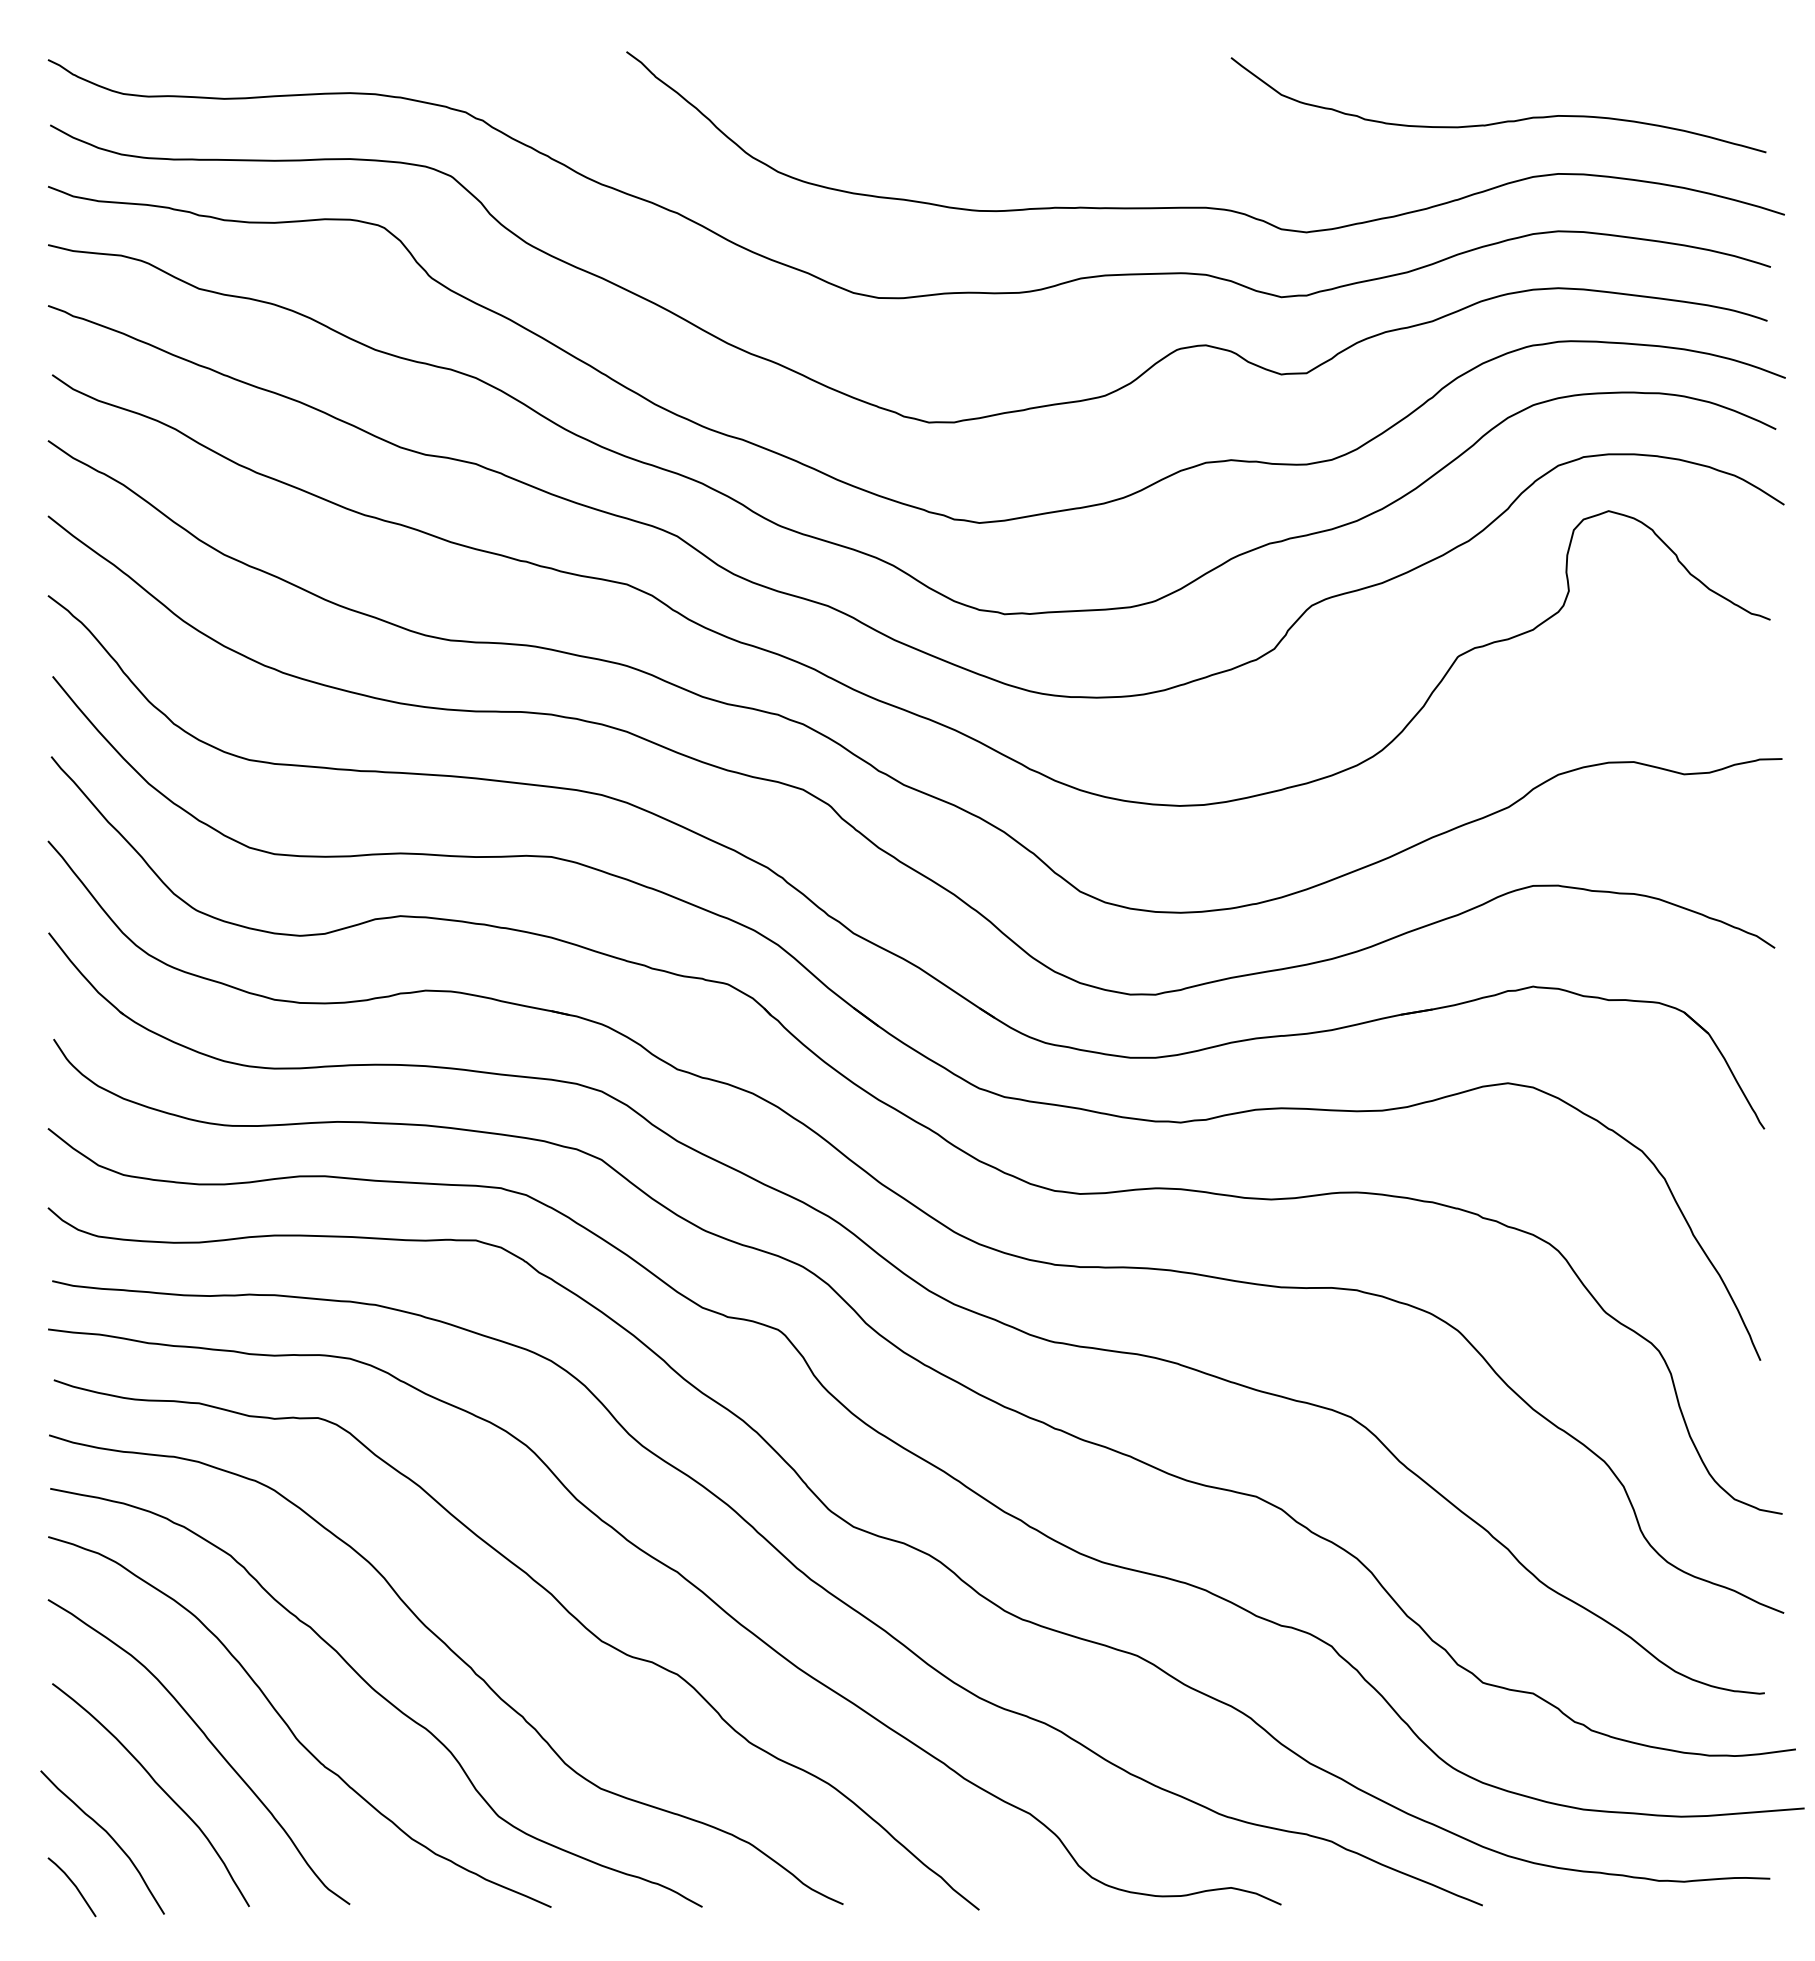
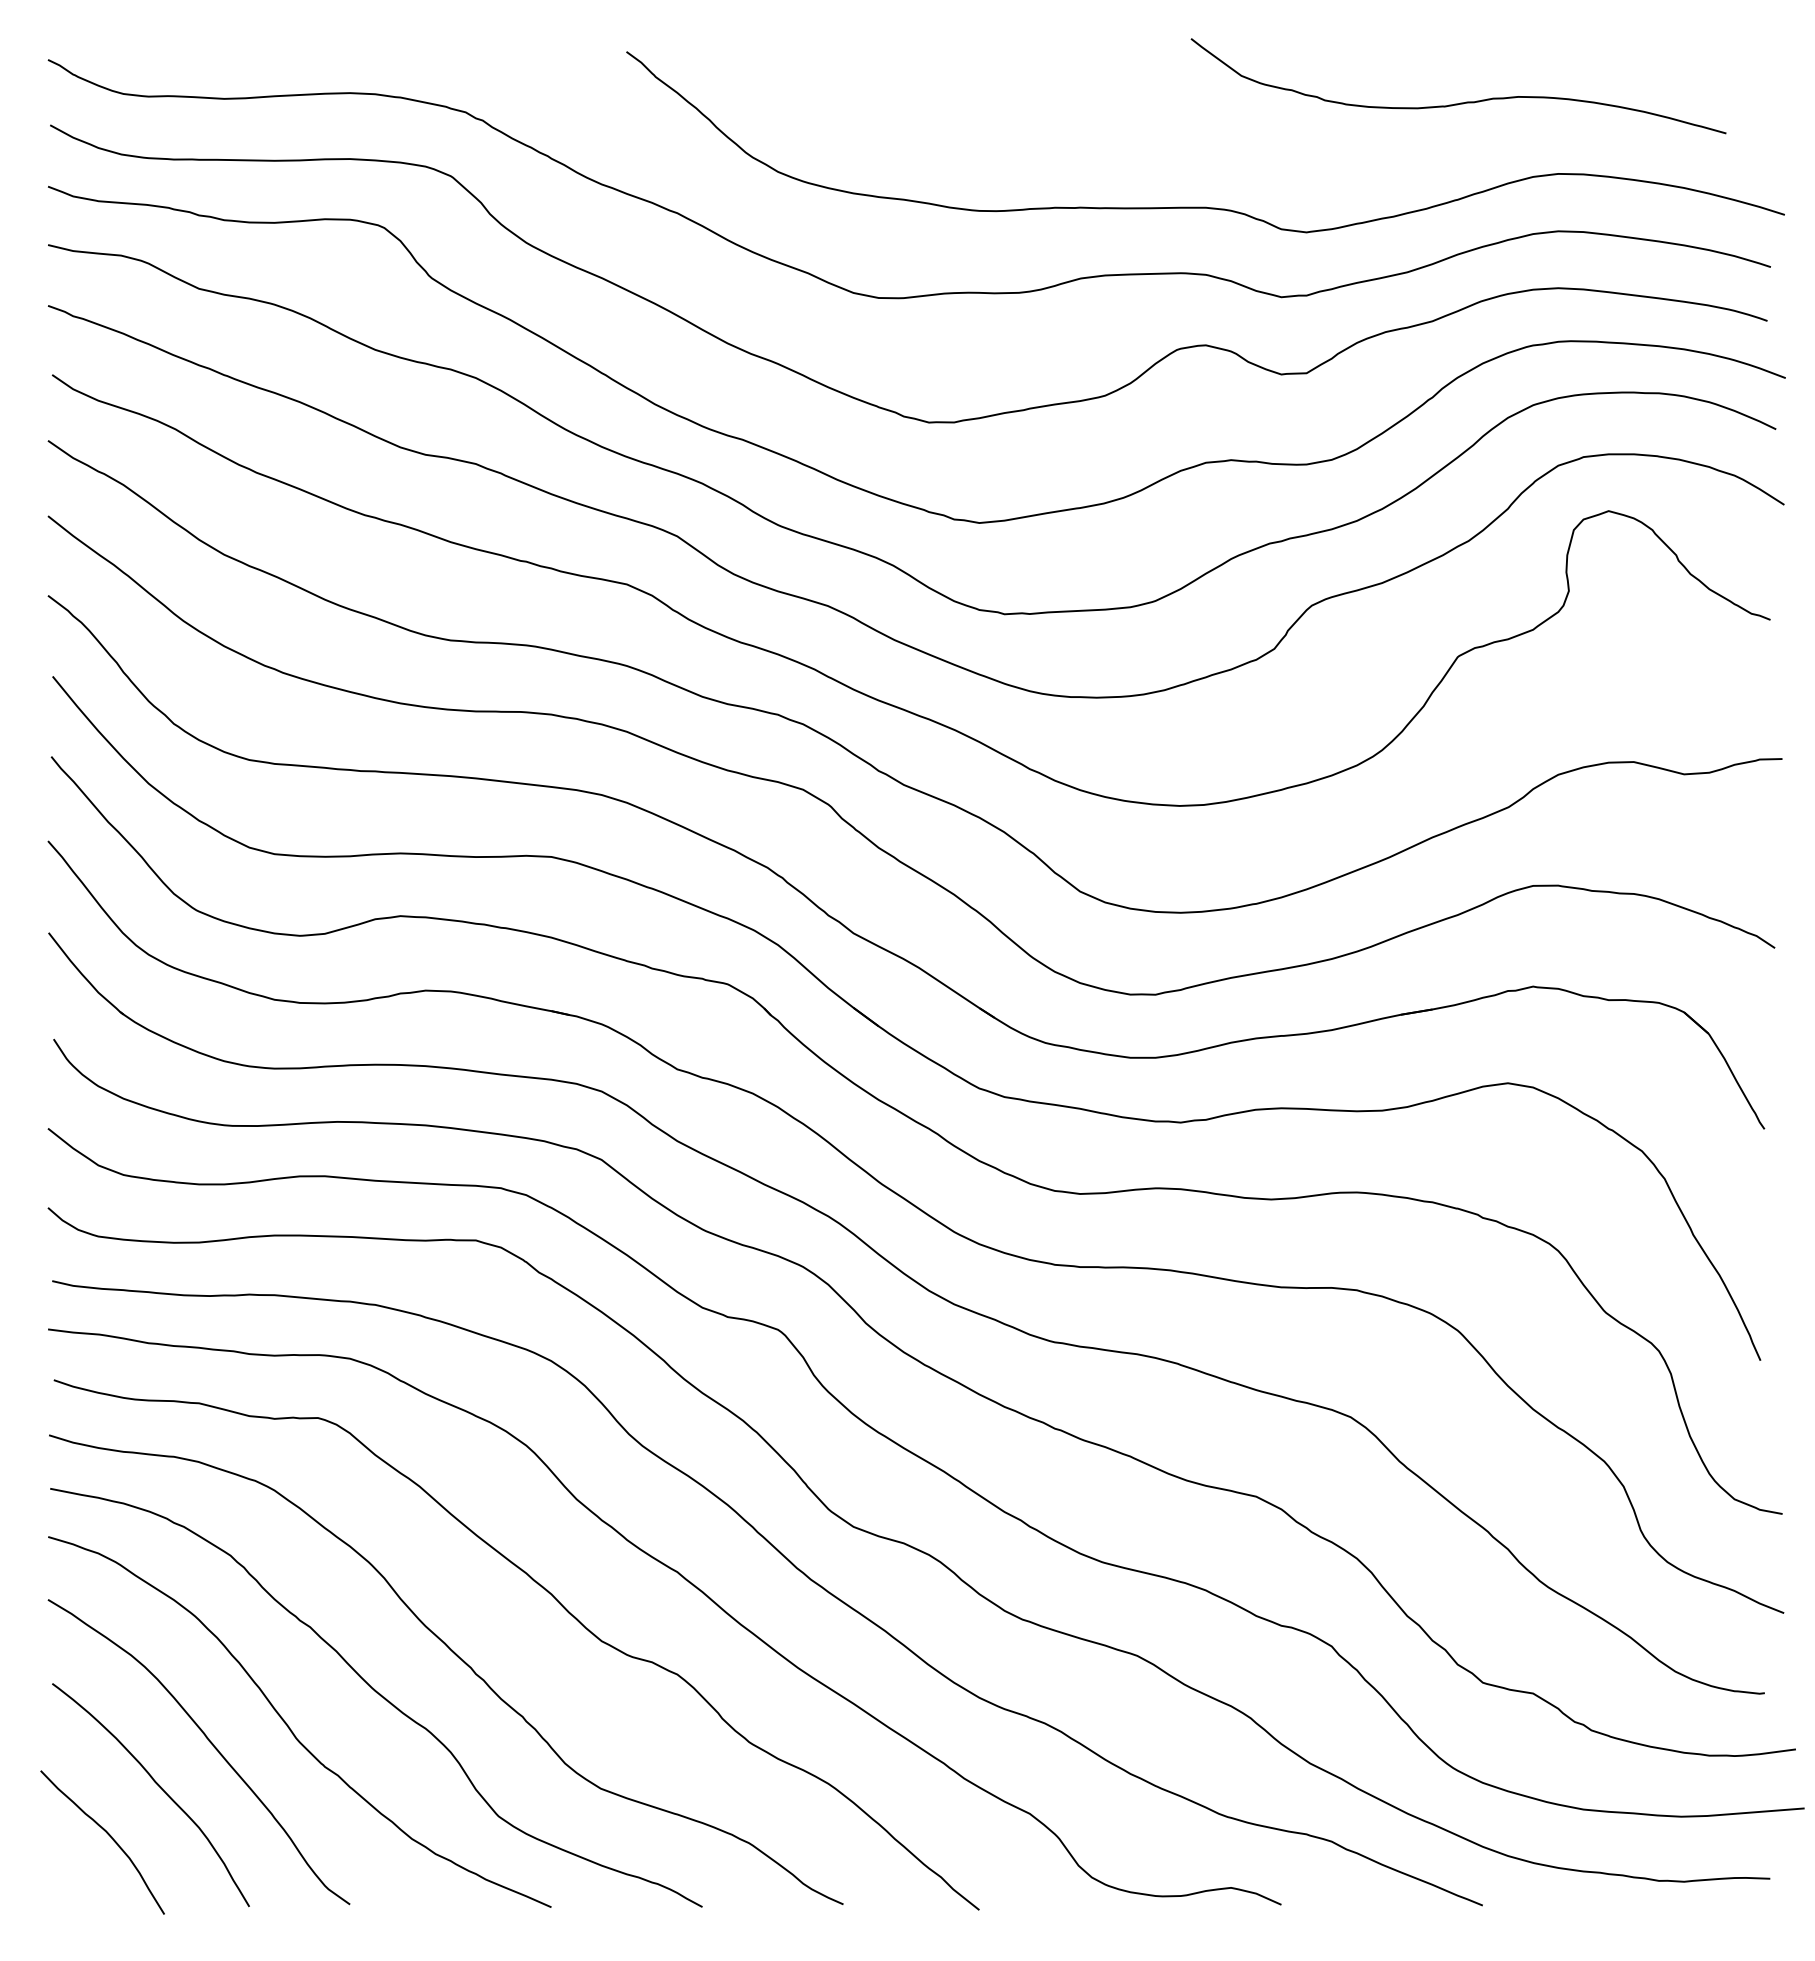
curve at (1500, 121) position: (1500, 121) -> (1460, 102)
line at (73, 1885): present -> none
